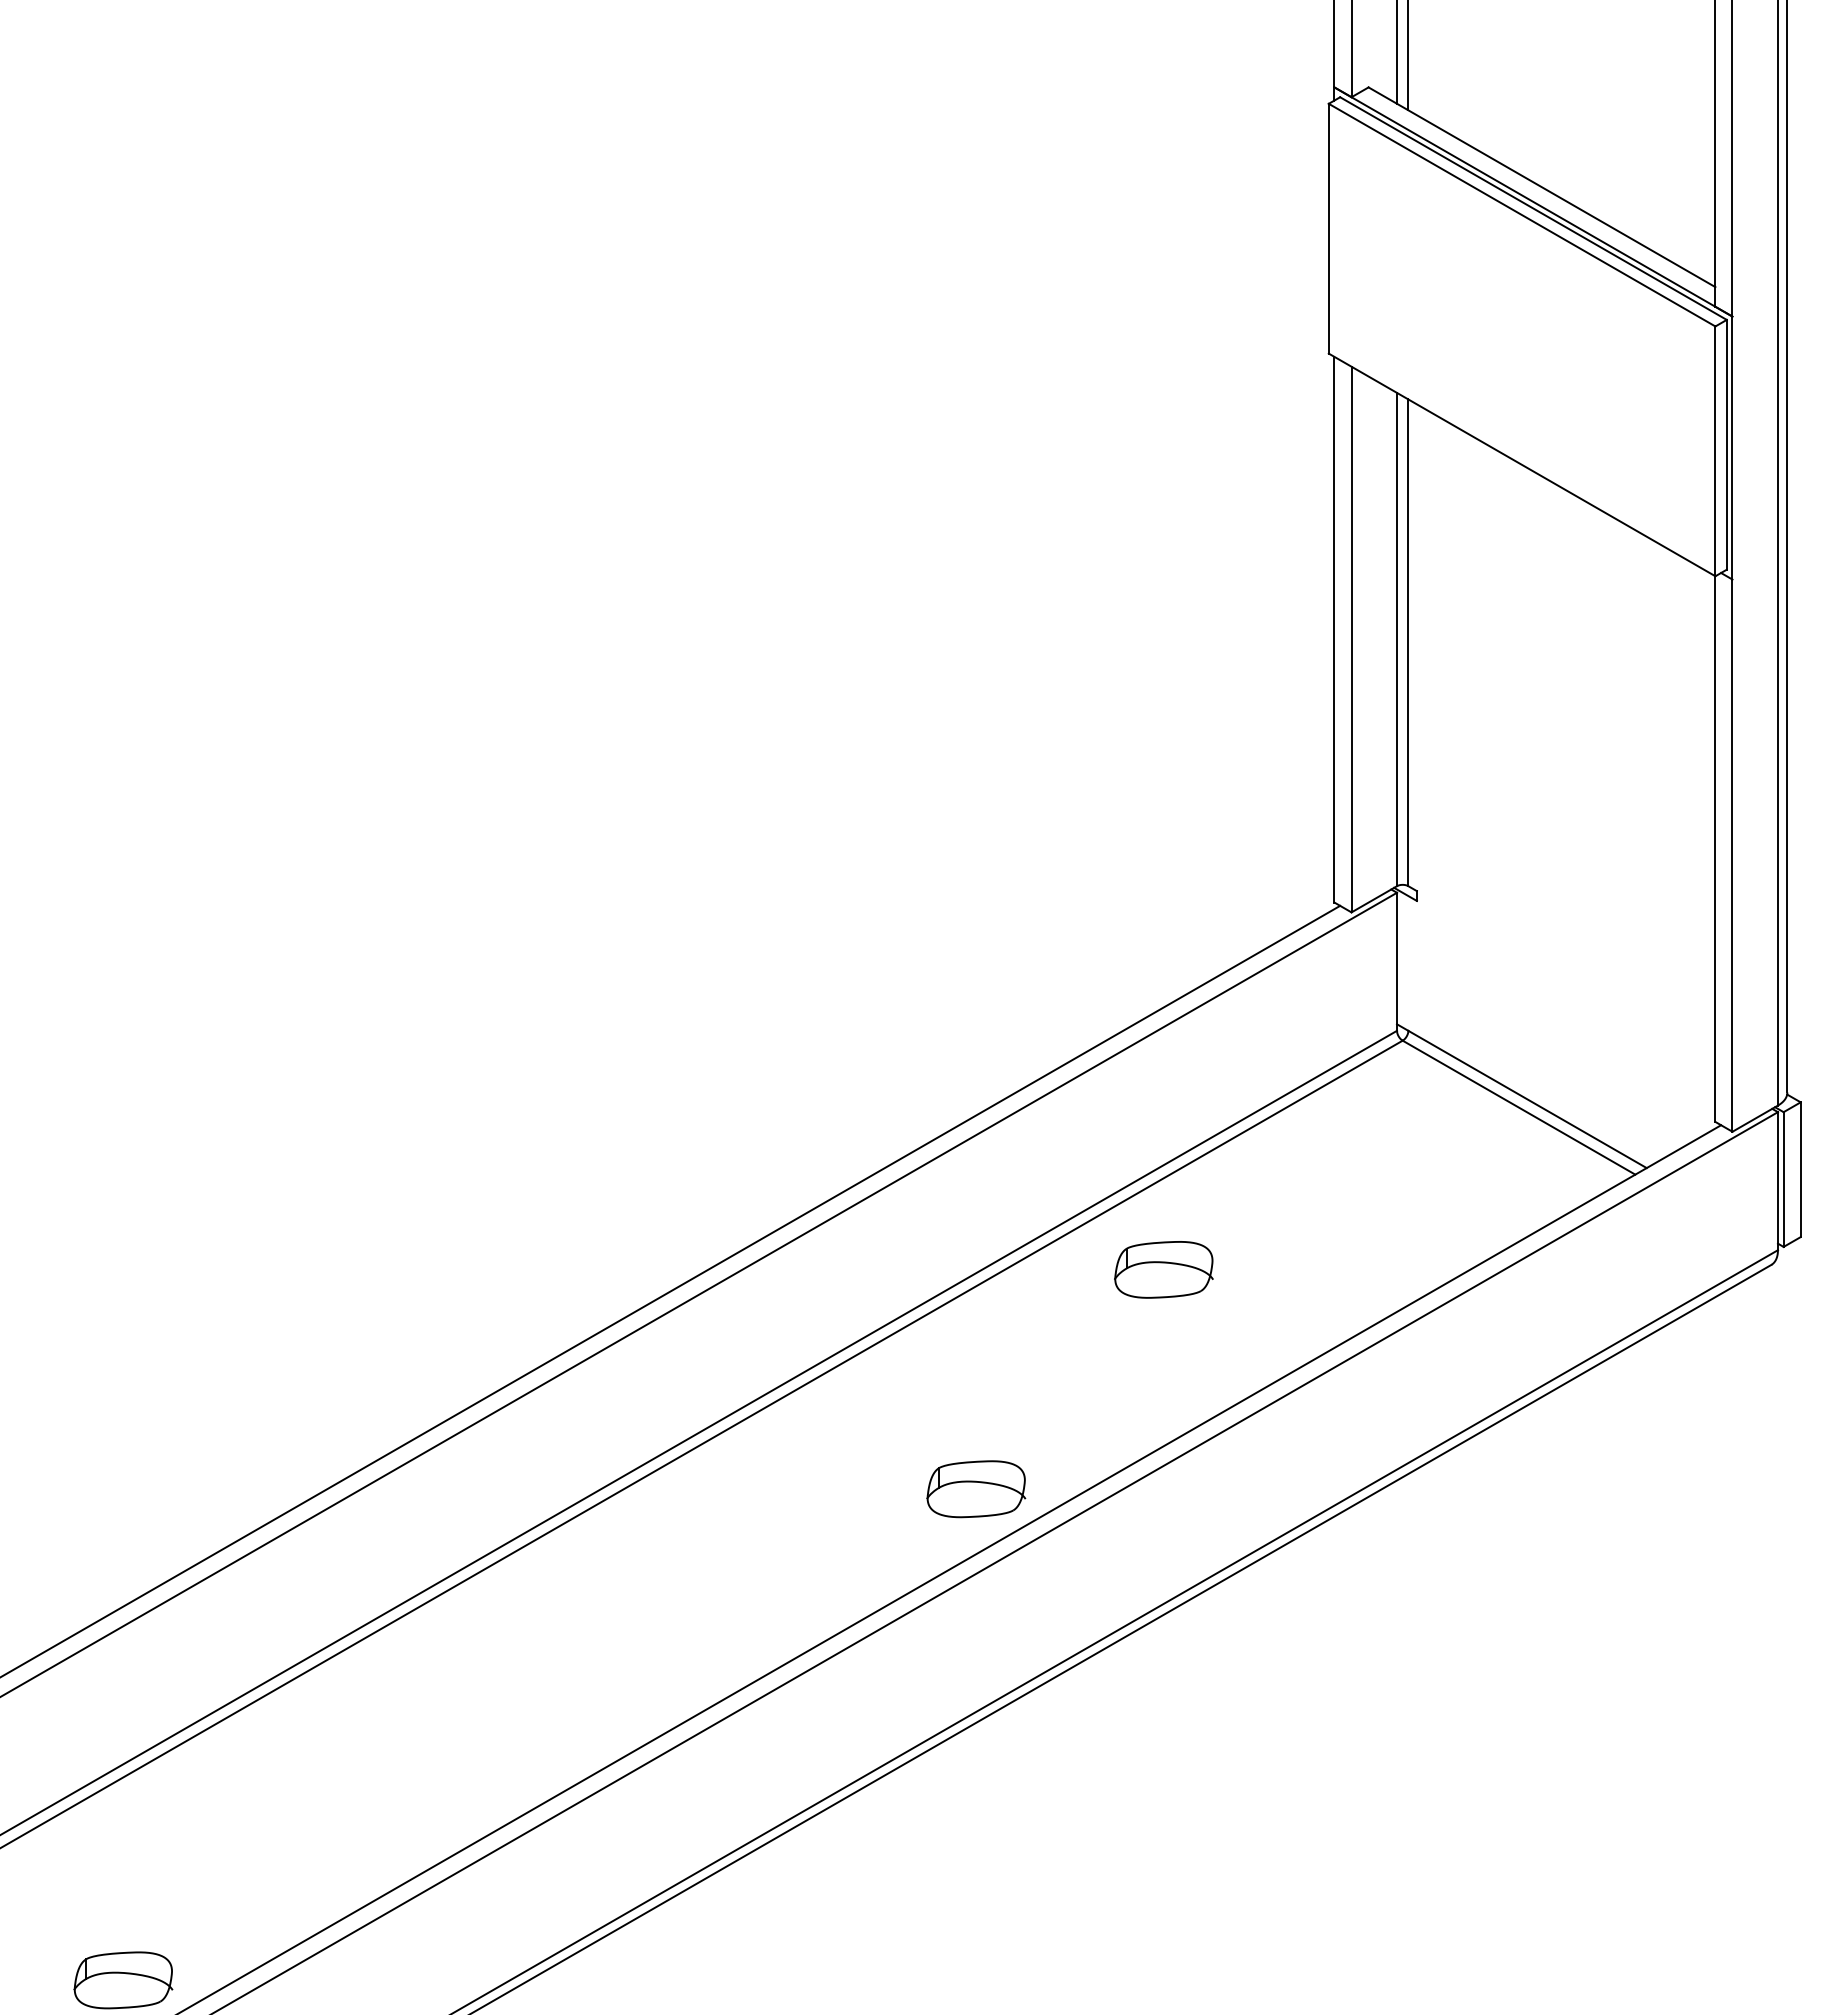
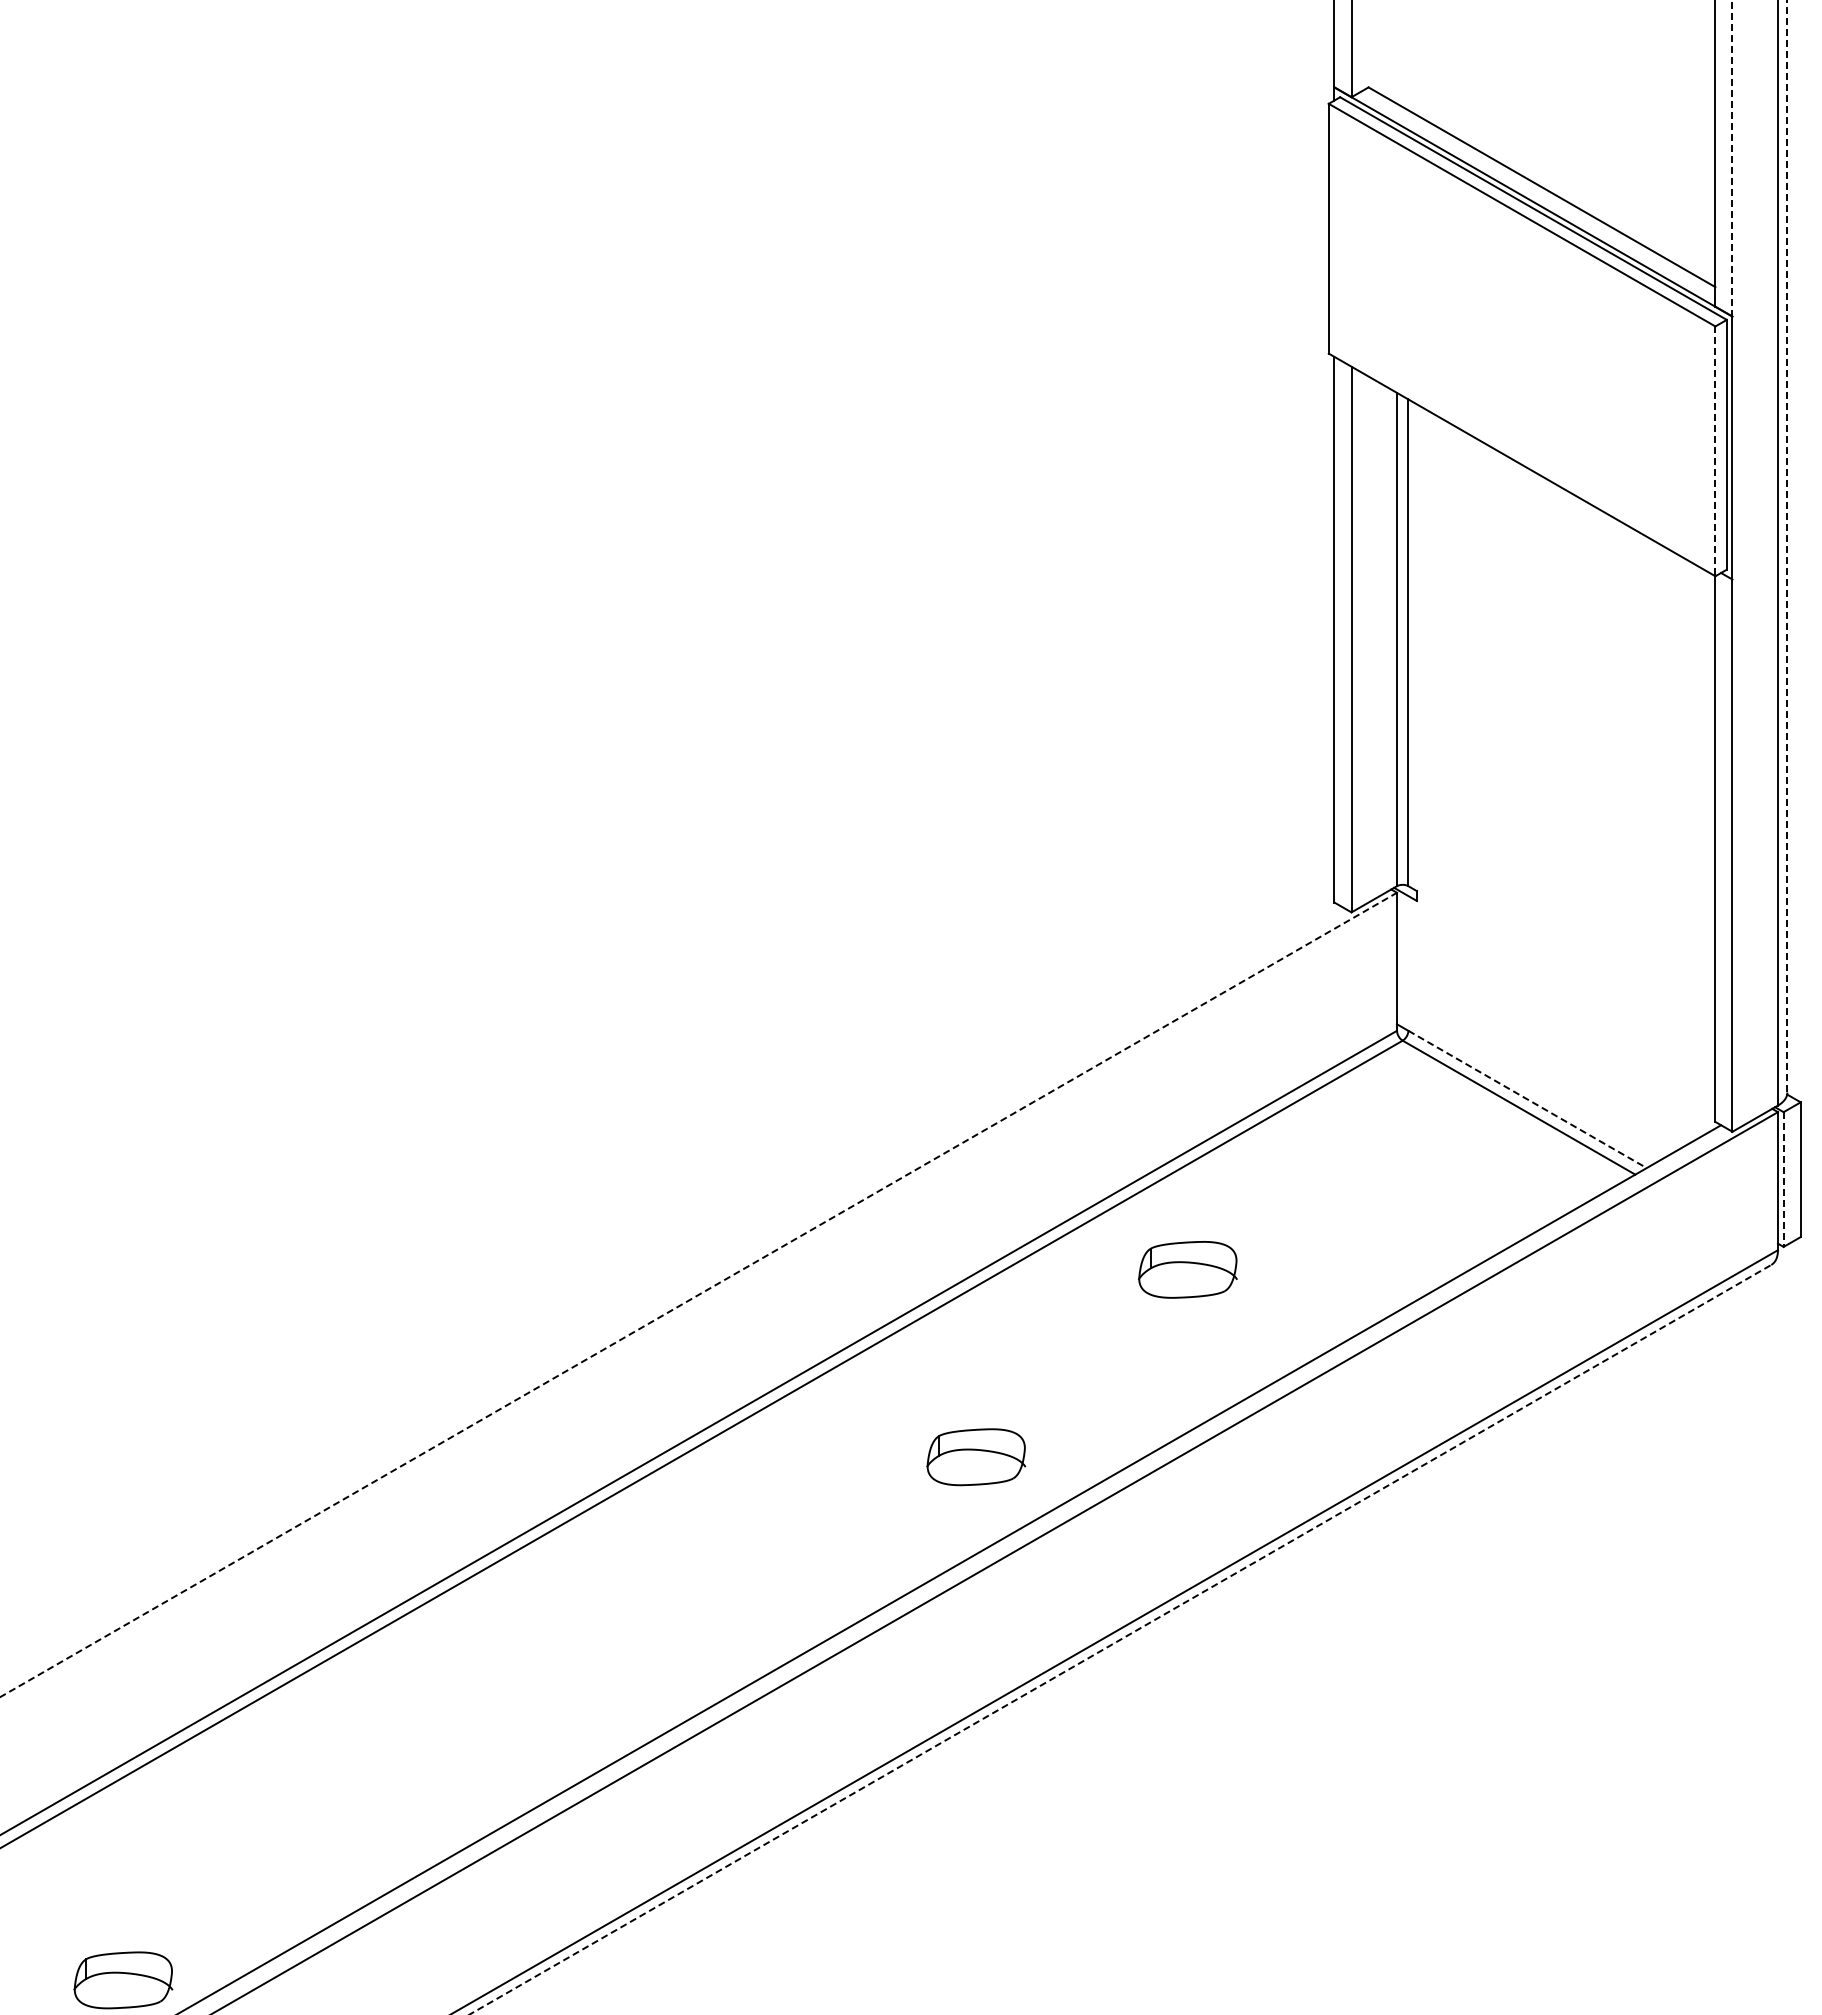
line at (1397, 52): present -> none
line at (1408, 56): present -> none
line at (1732, 158): solid -> dashed
line at (1715, 451): solid -> dashed
line at (1787, 546): solid -> dashed
line at (1527, 1099): solid -> dashed
line at (1783, 1180): solid -> dashed
part at (1163, 1269) position: (1163, 1269) -> (1187, 1269)
line at (671, 1290): present -> none
line at (698, 1294): solid -> dashed
part at (976, 1489) position: (976, 1489) -> (976, 1457)
line at (1120, 1639): solid -> dashed
